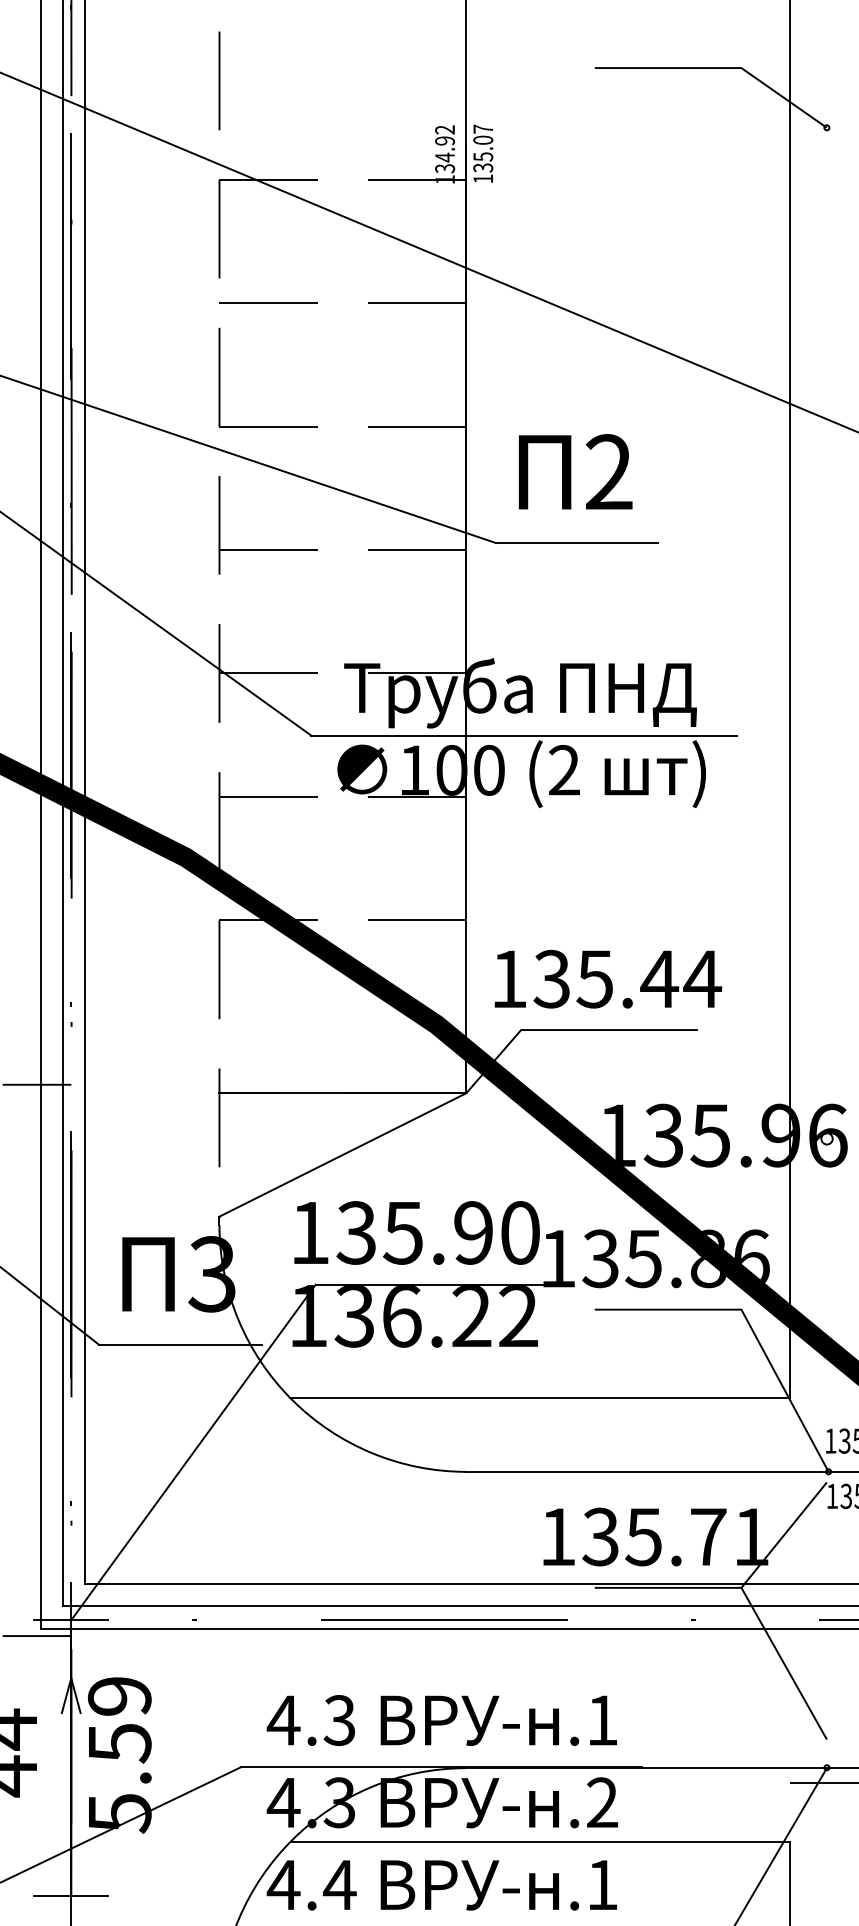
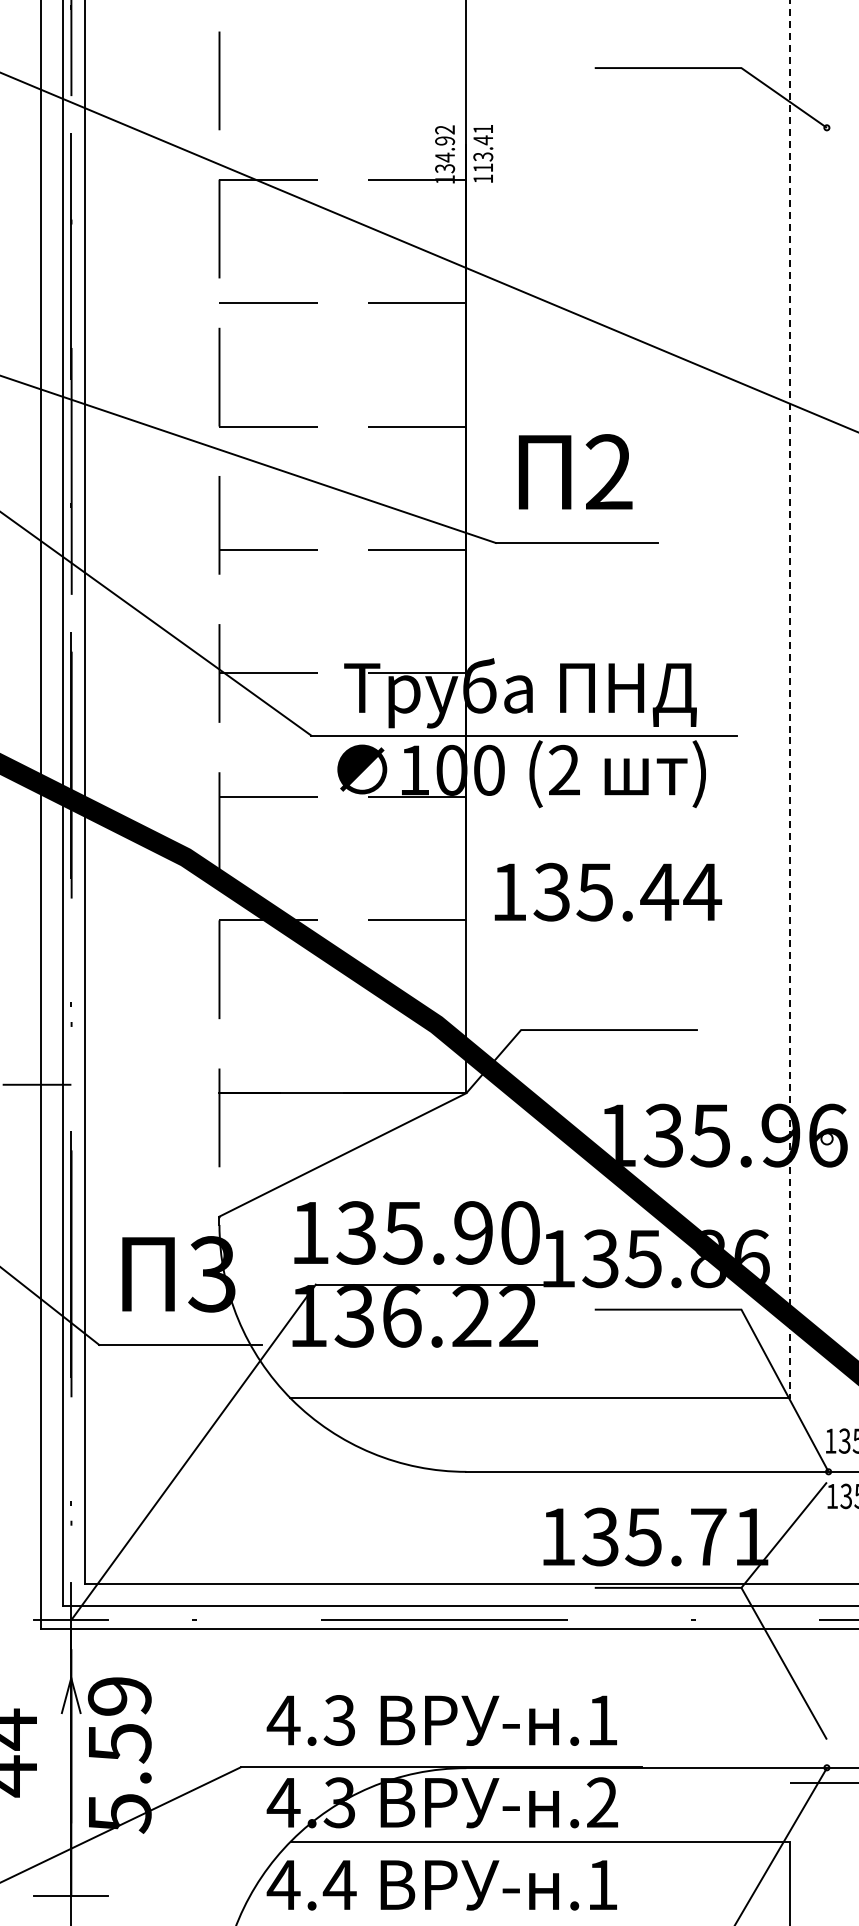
text at (483, 148): 135.07 -> 113.41
line at (789, 699): solid -> dashed
text at (608, 978) position: (608, 978) -> (608, 891)
line at (36, 1636): present -> none
